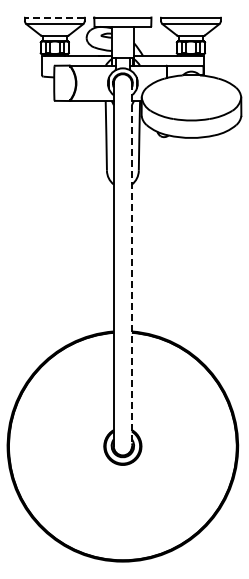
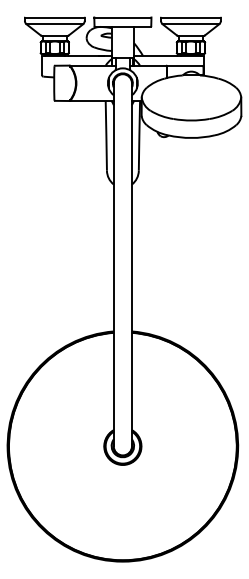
line at (54, 17): dashed -> solid
line at (131, 264): dashed -> solid
